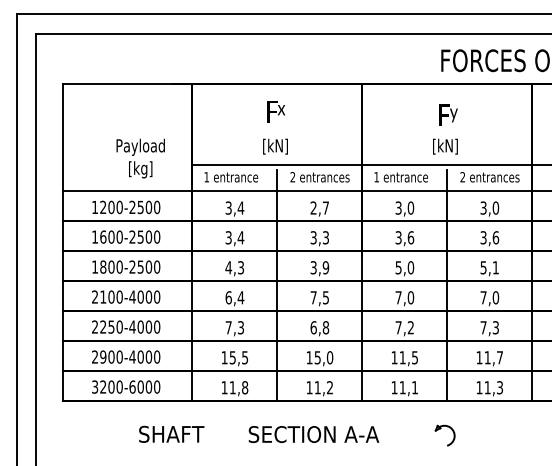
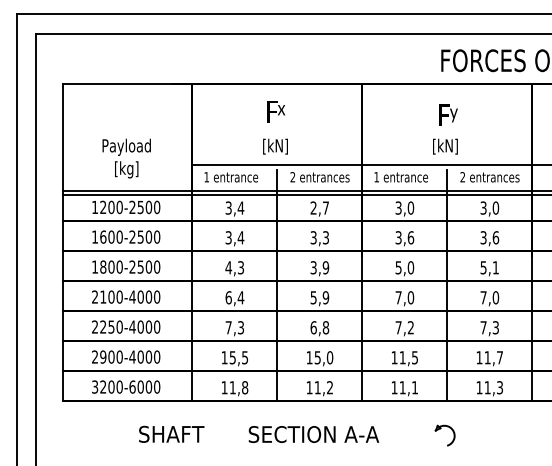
text at (140, 158) position: (140, 158) -> (126, 158)
line at (305, 194): none -> present
text at (319, 297): 7,5 -> 5,9
